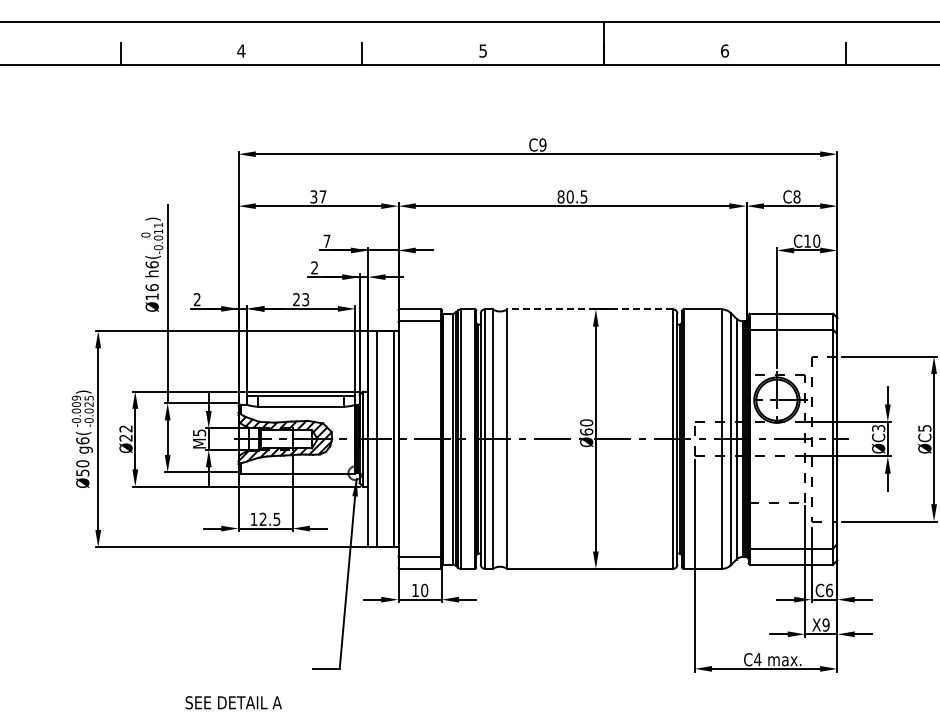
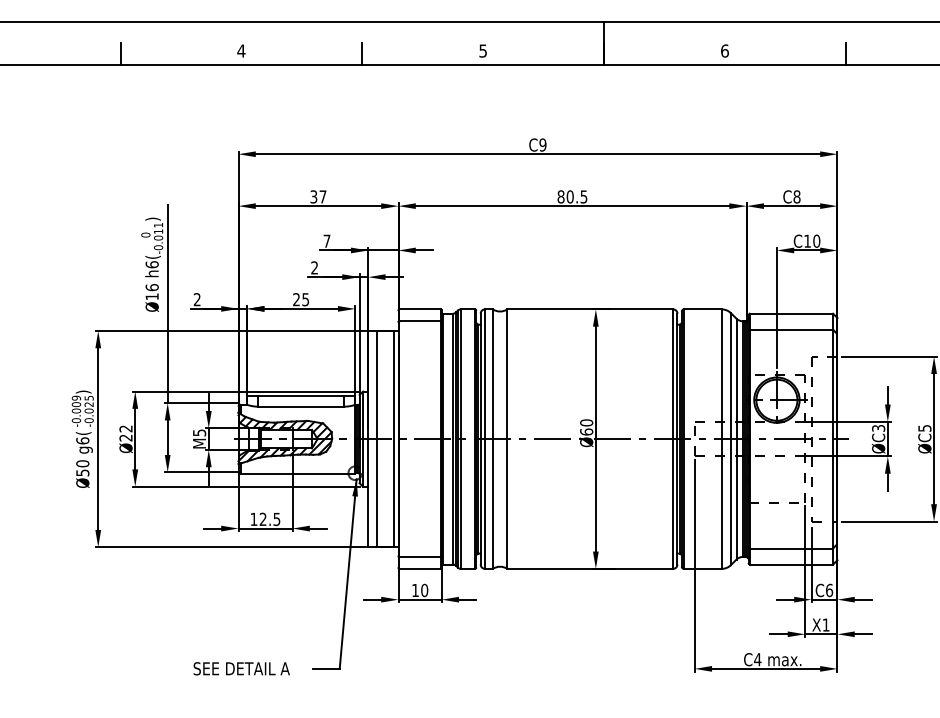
text at (305, 299): 23 -> 25
line at (590, 309): dashed -> solid
text at (825, 624): X9 -> X1
text at (233, 702) position: (233, 702) -> (241, 668)
